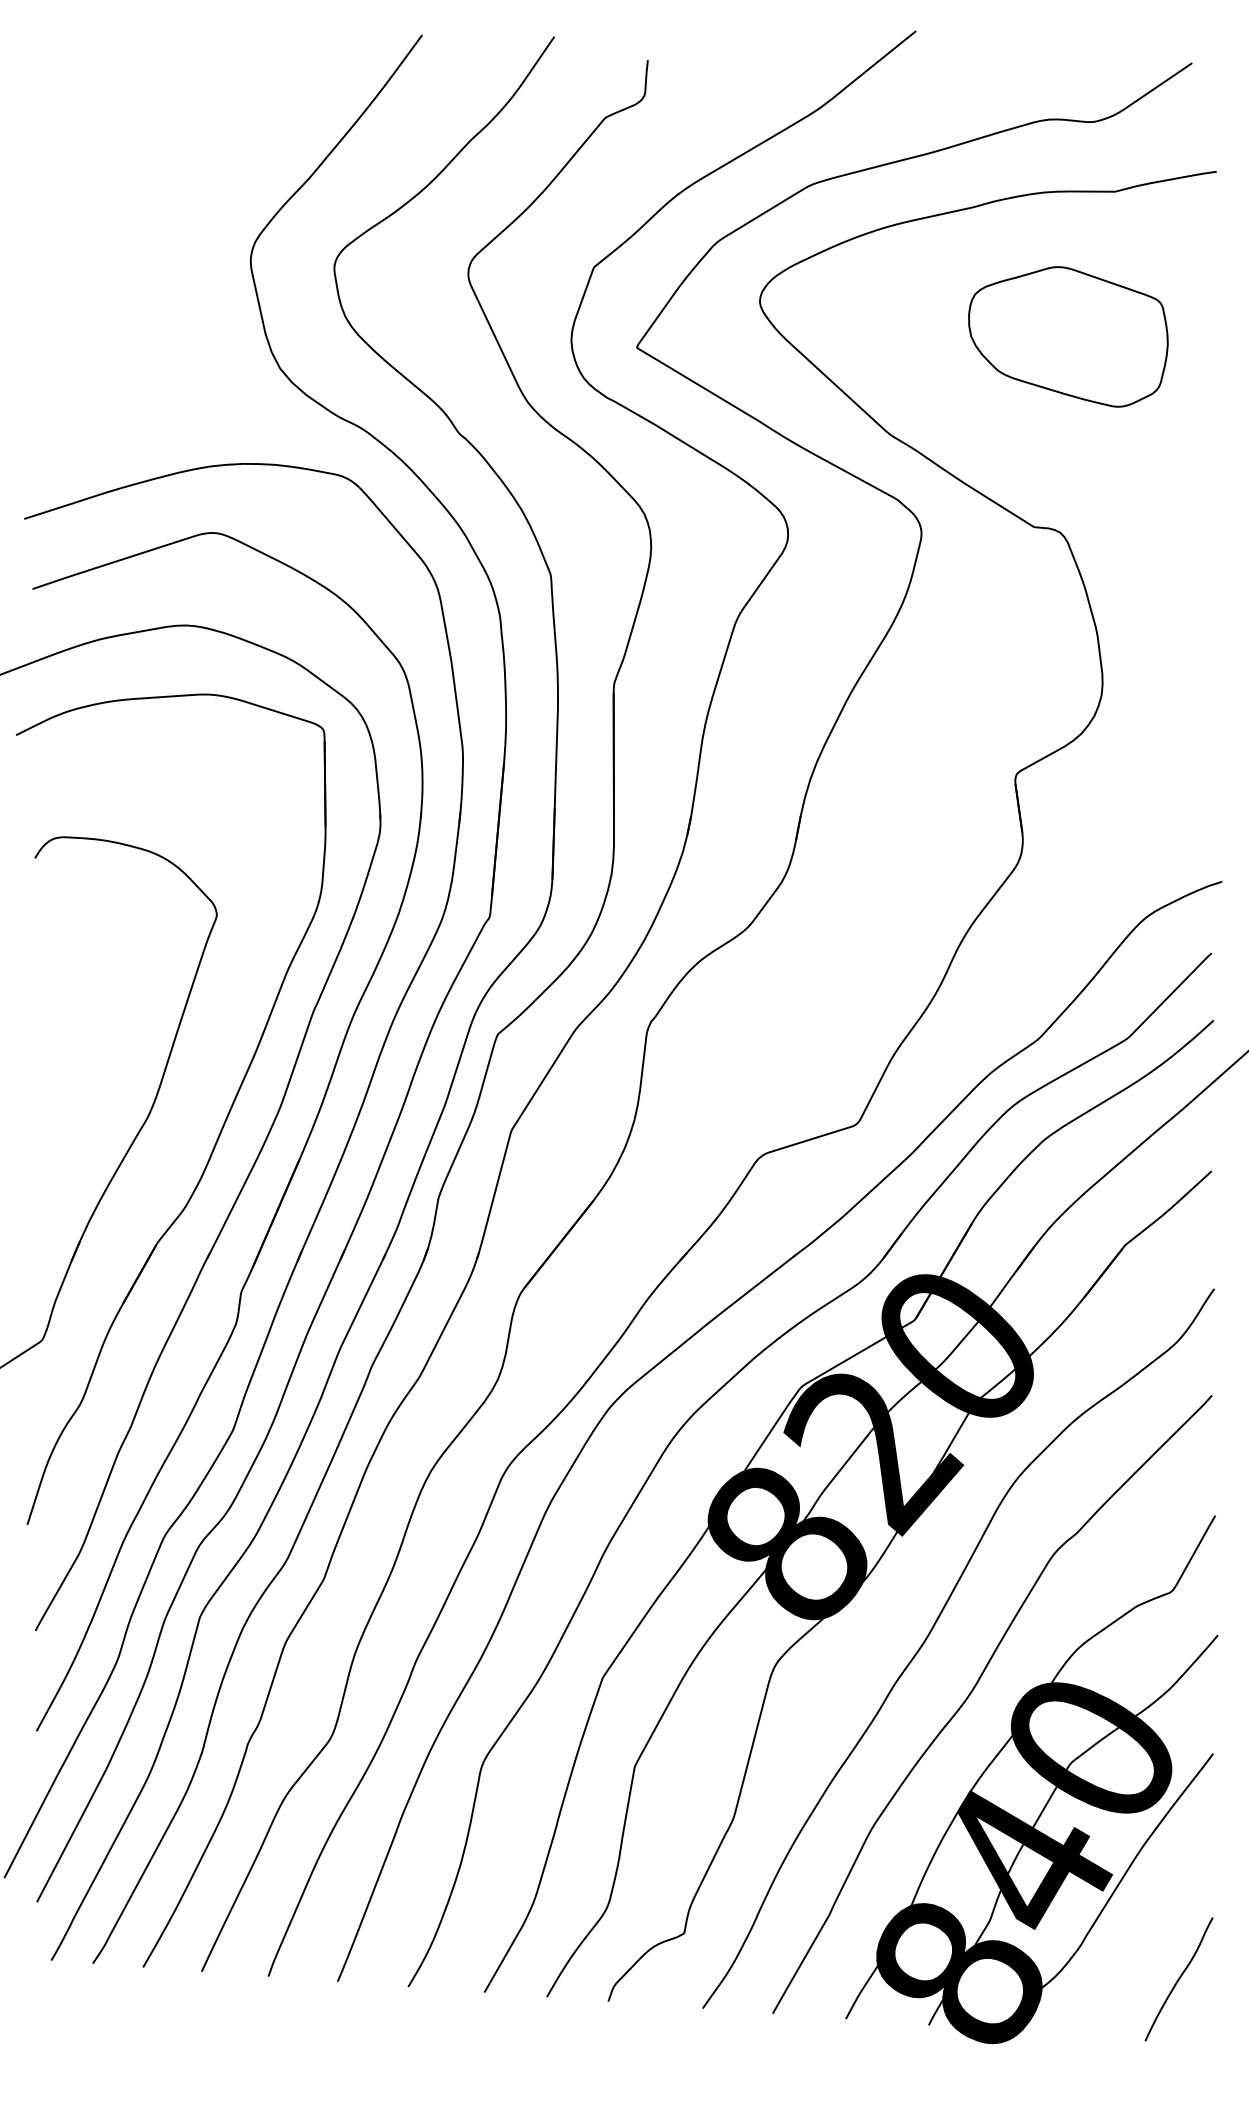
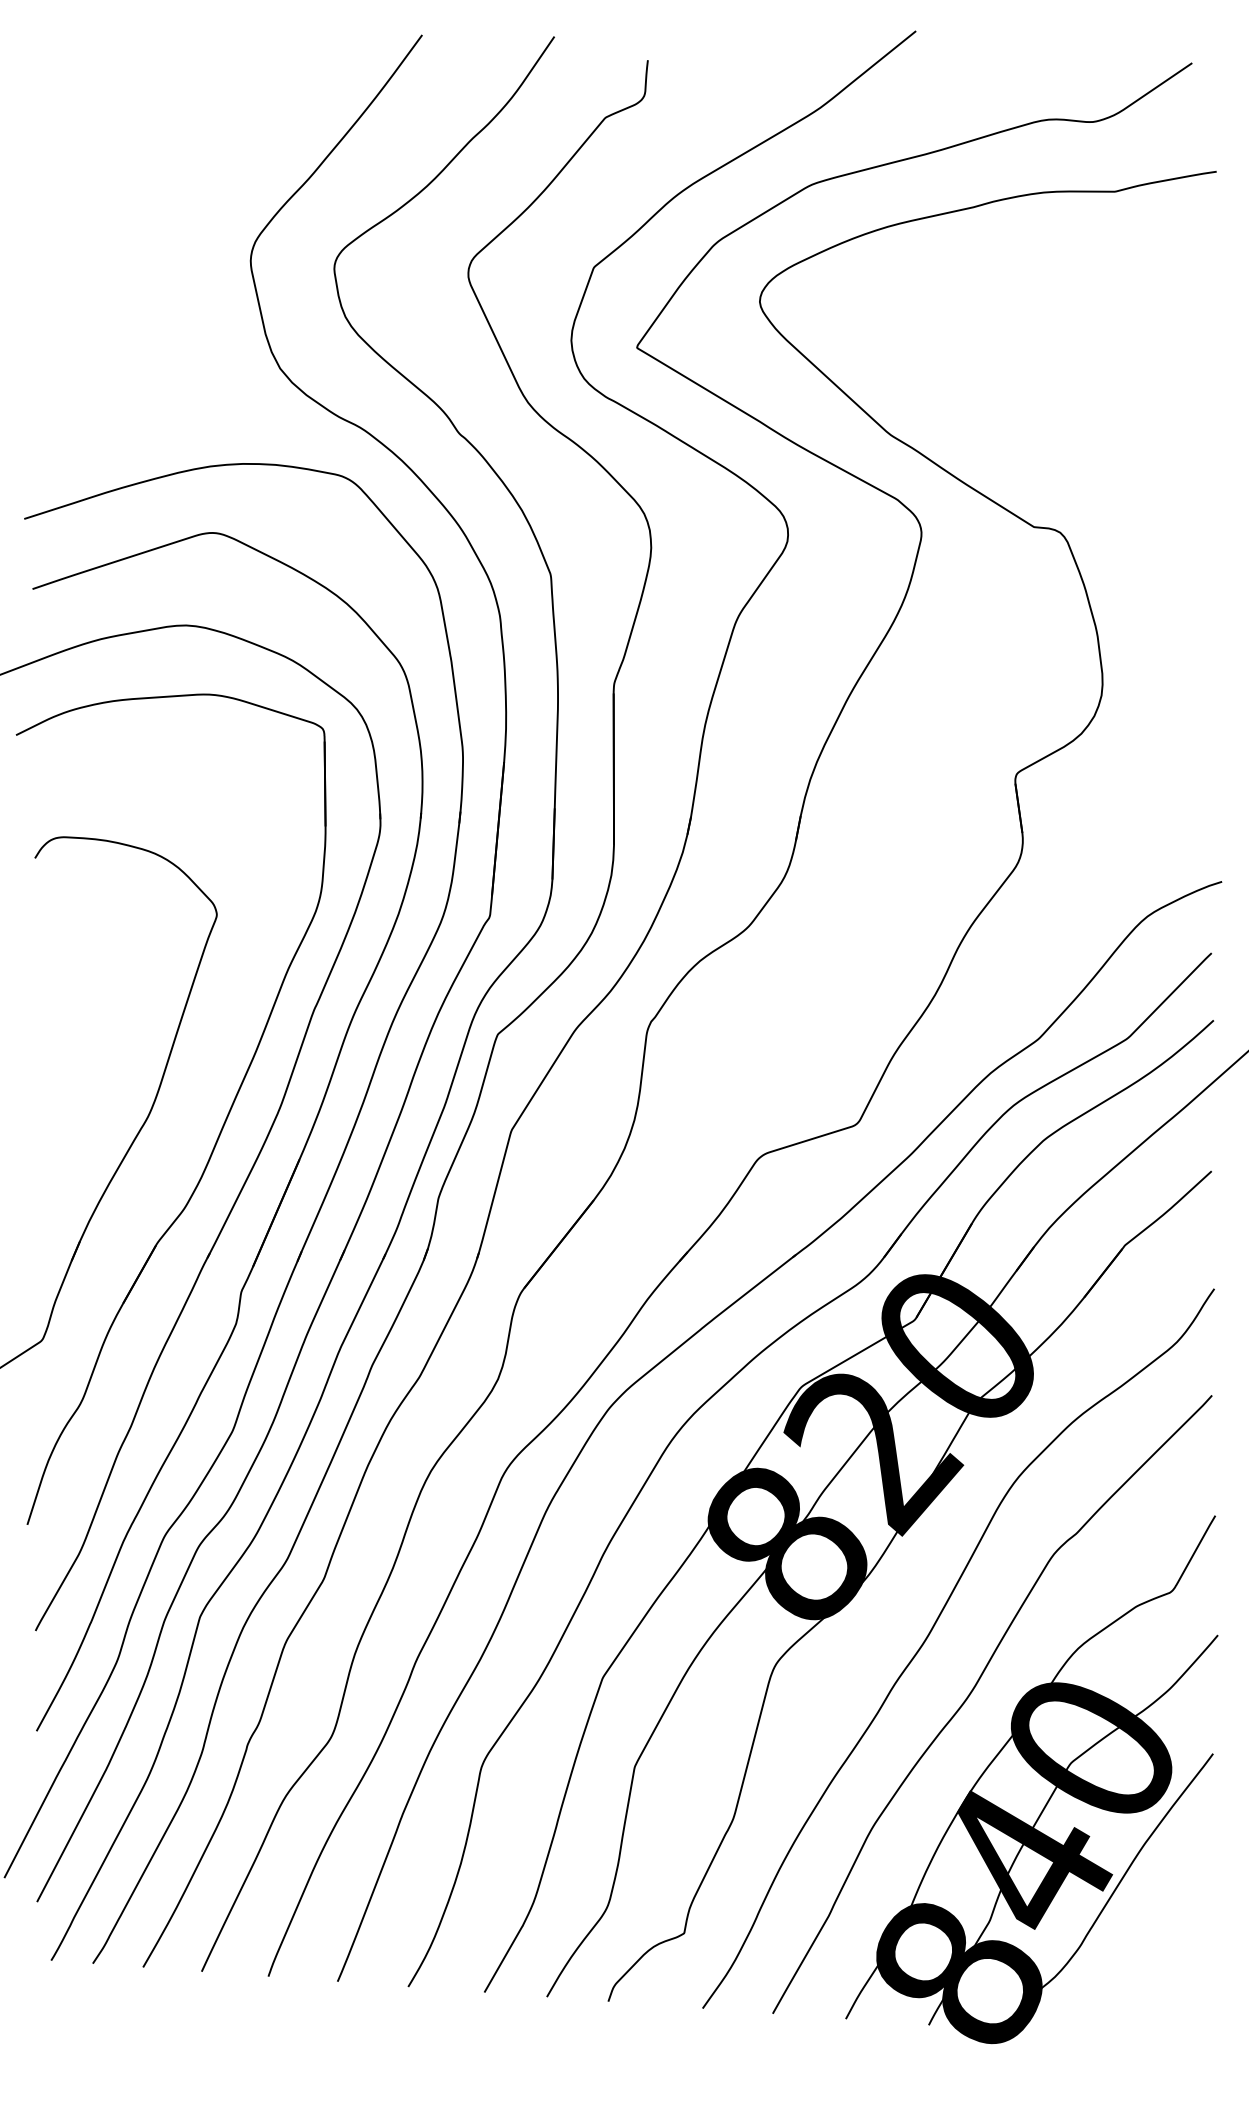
part at (1068, 336): present -> none
curve at (1178, 1979): present -> none
